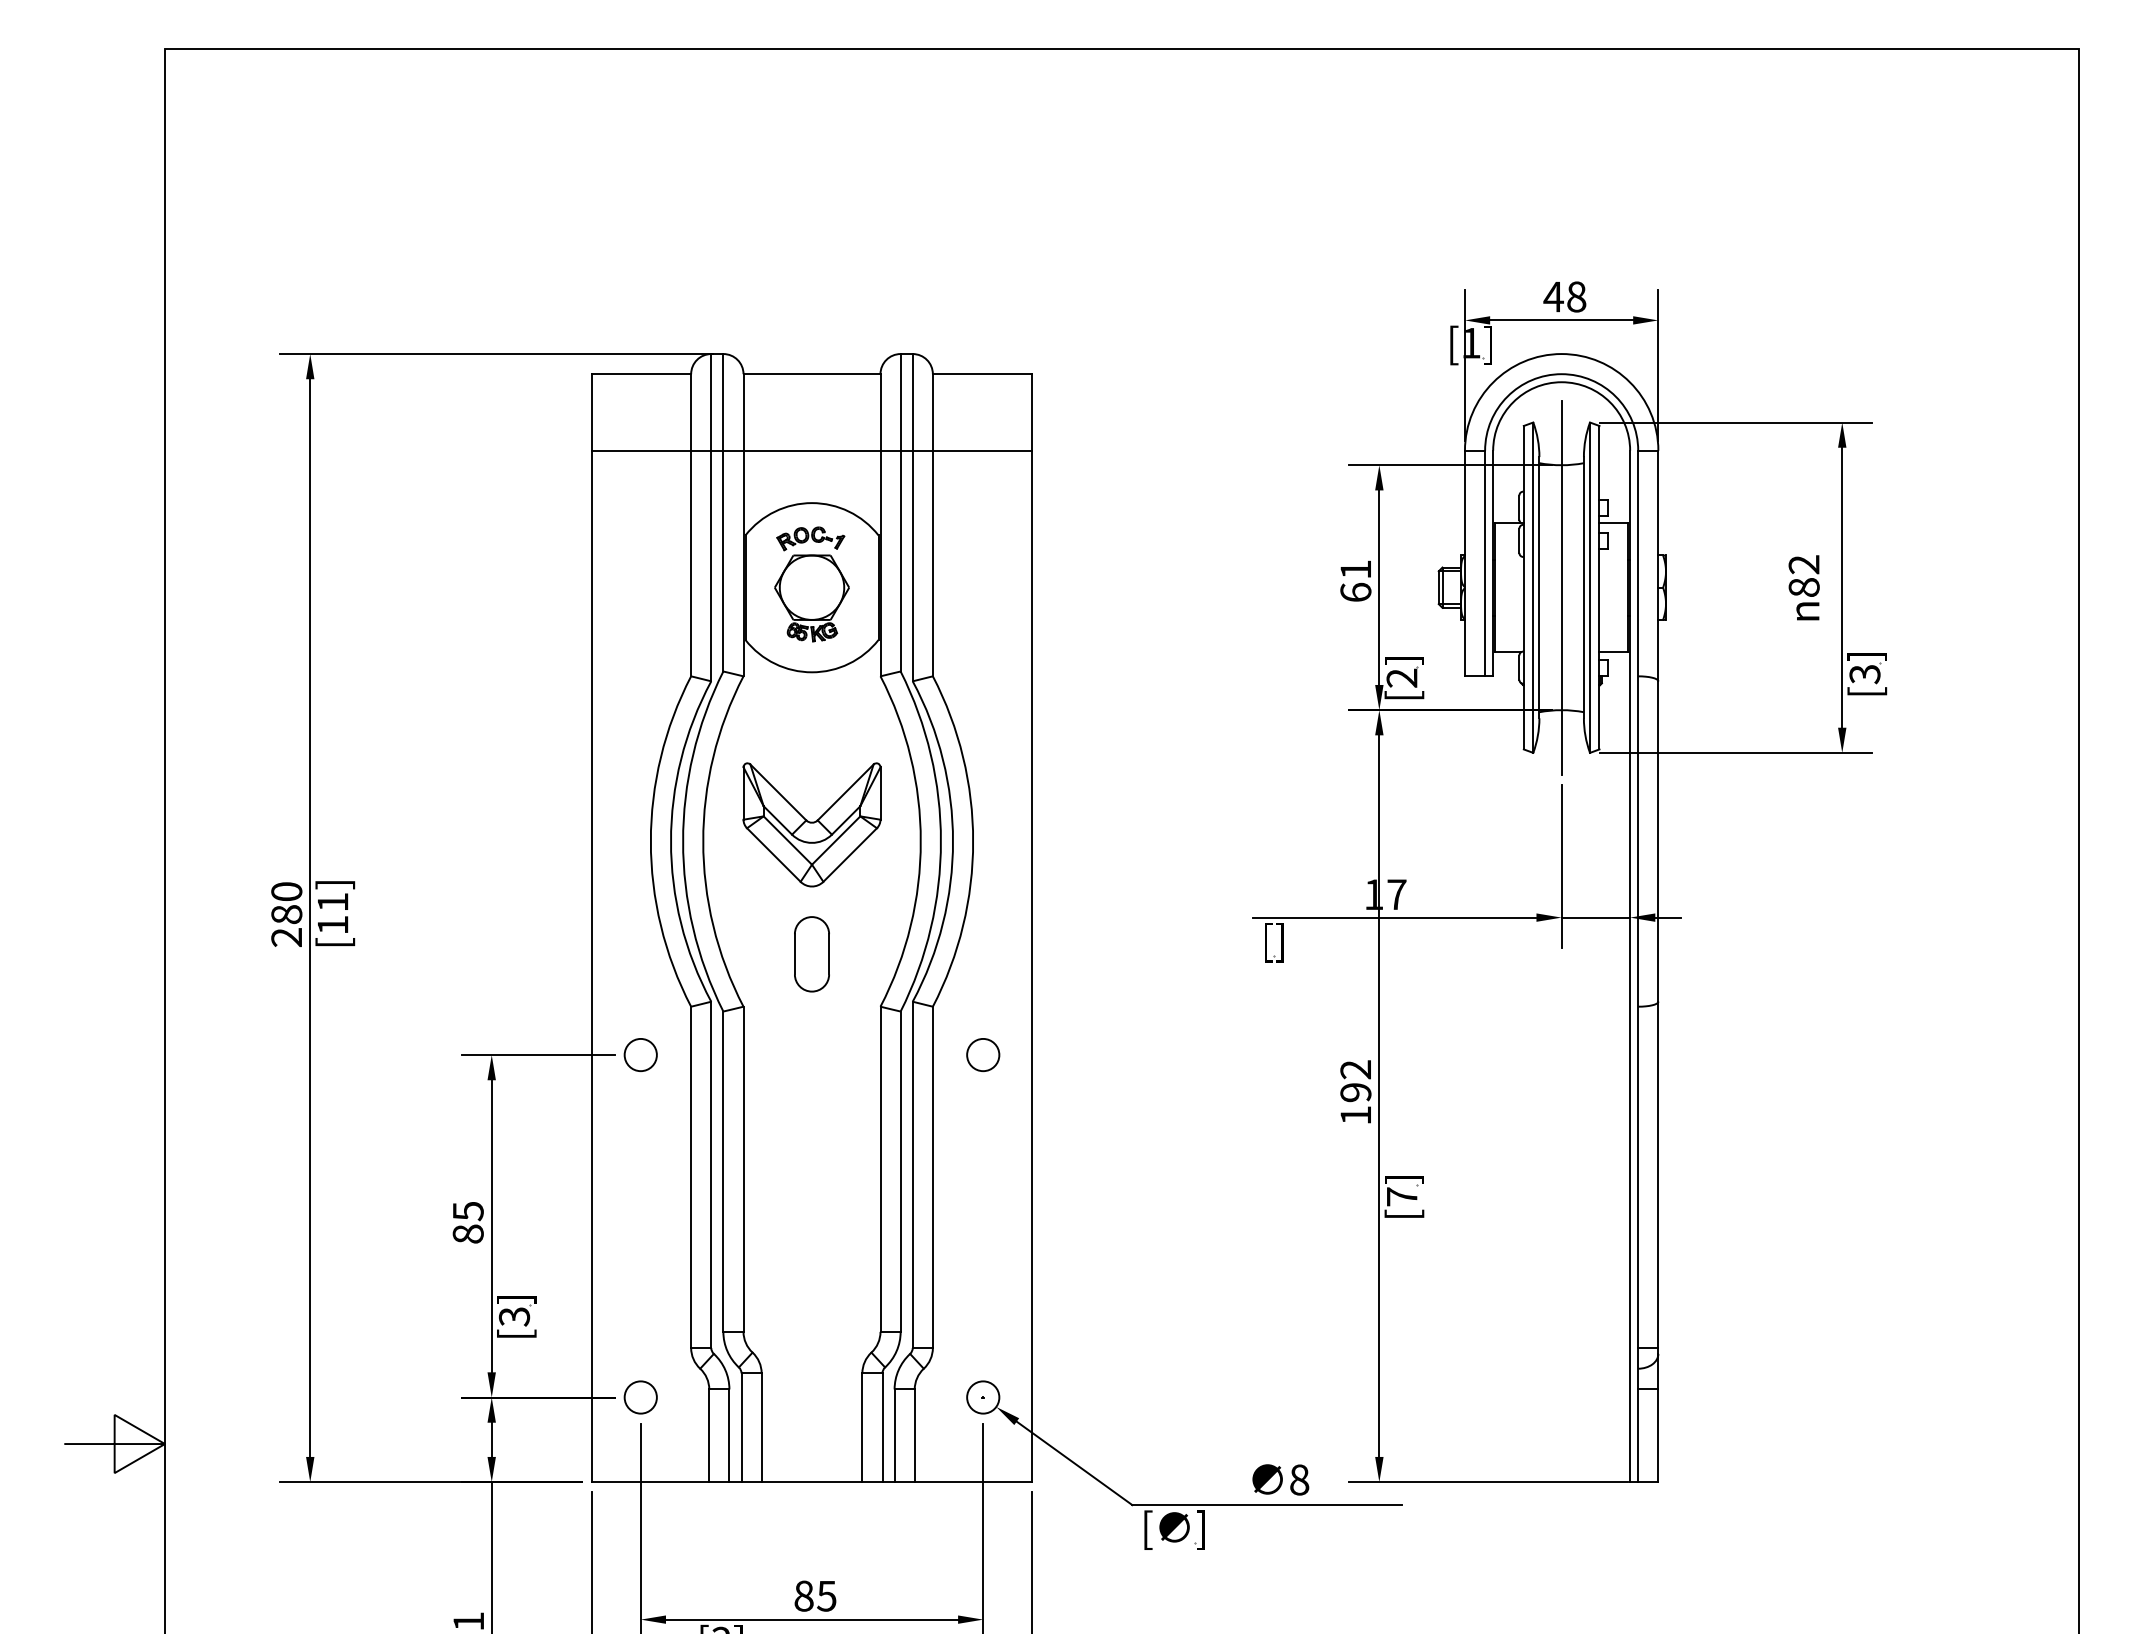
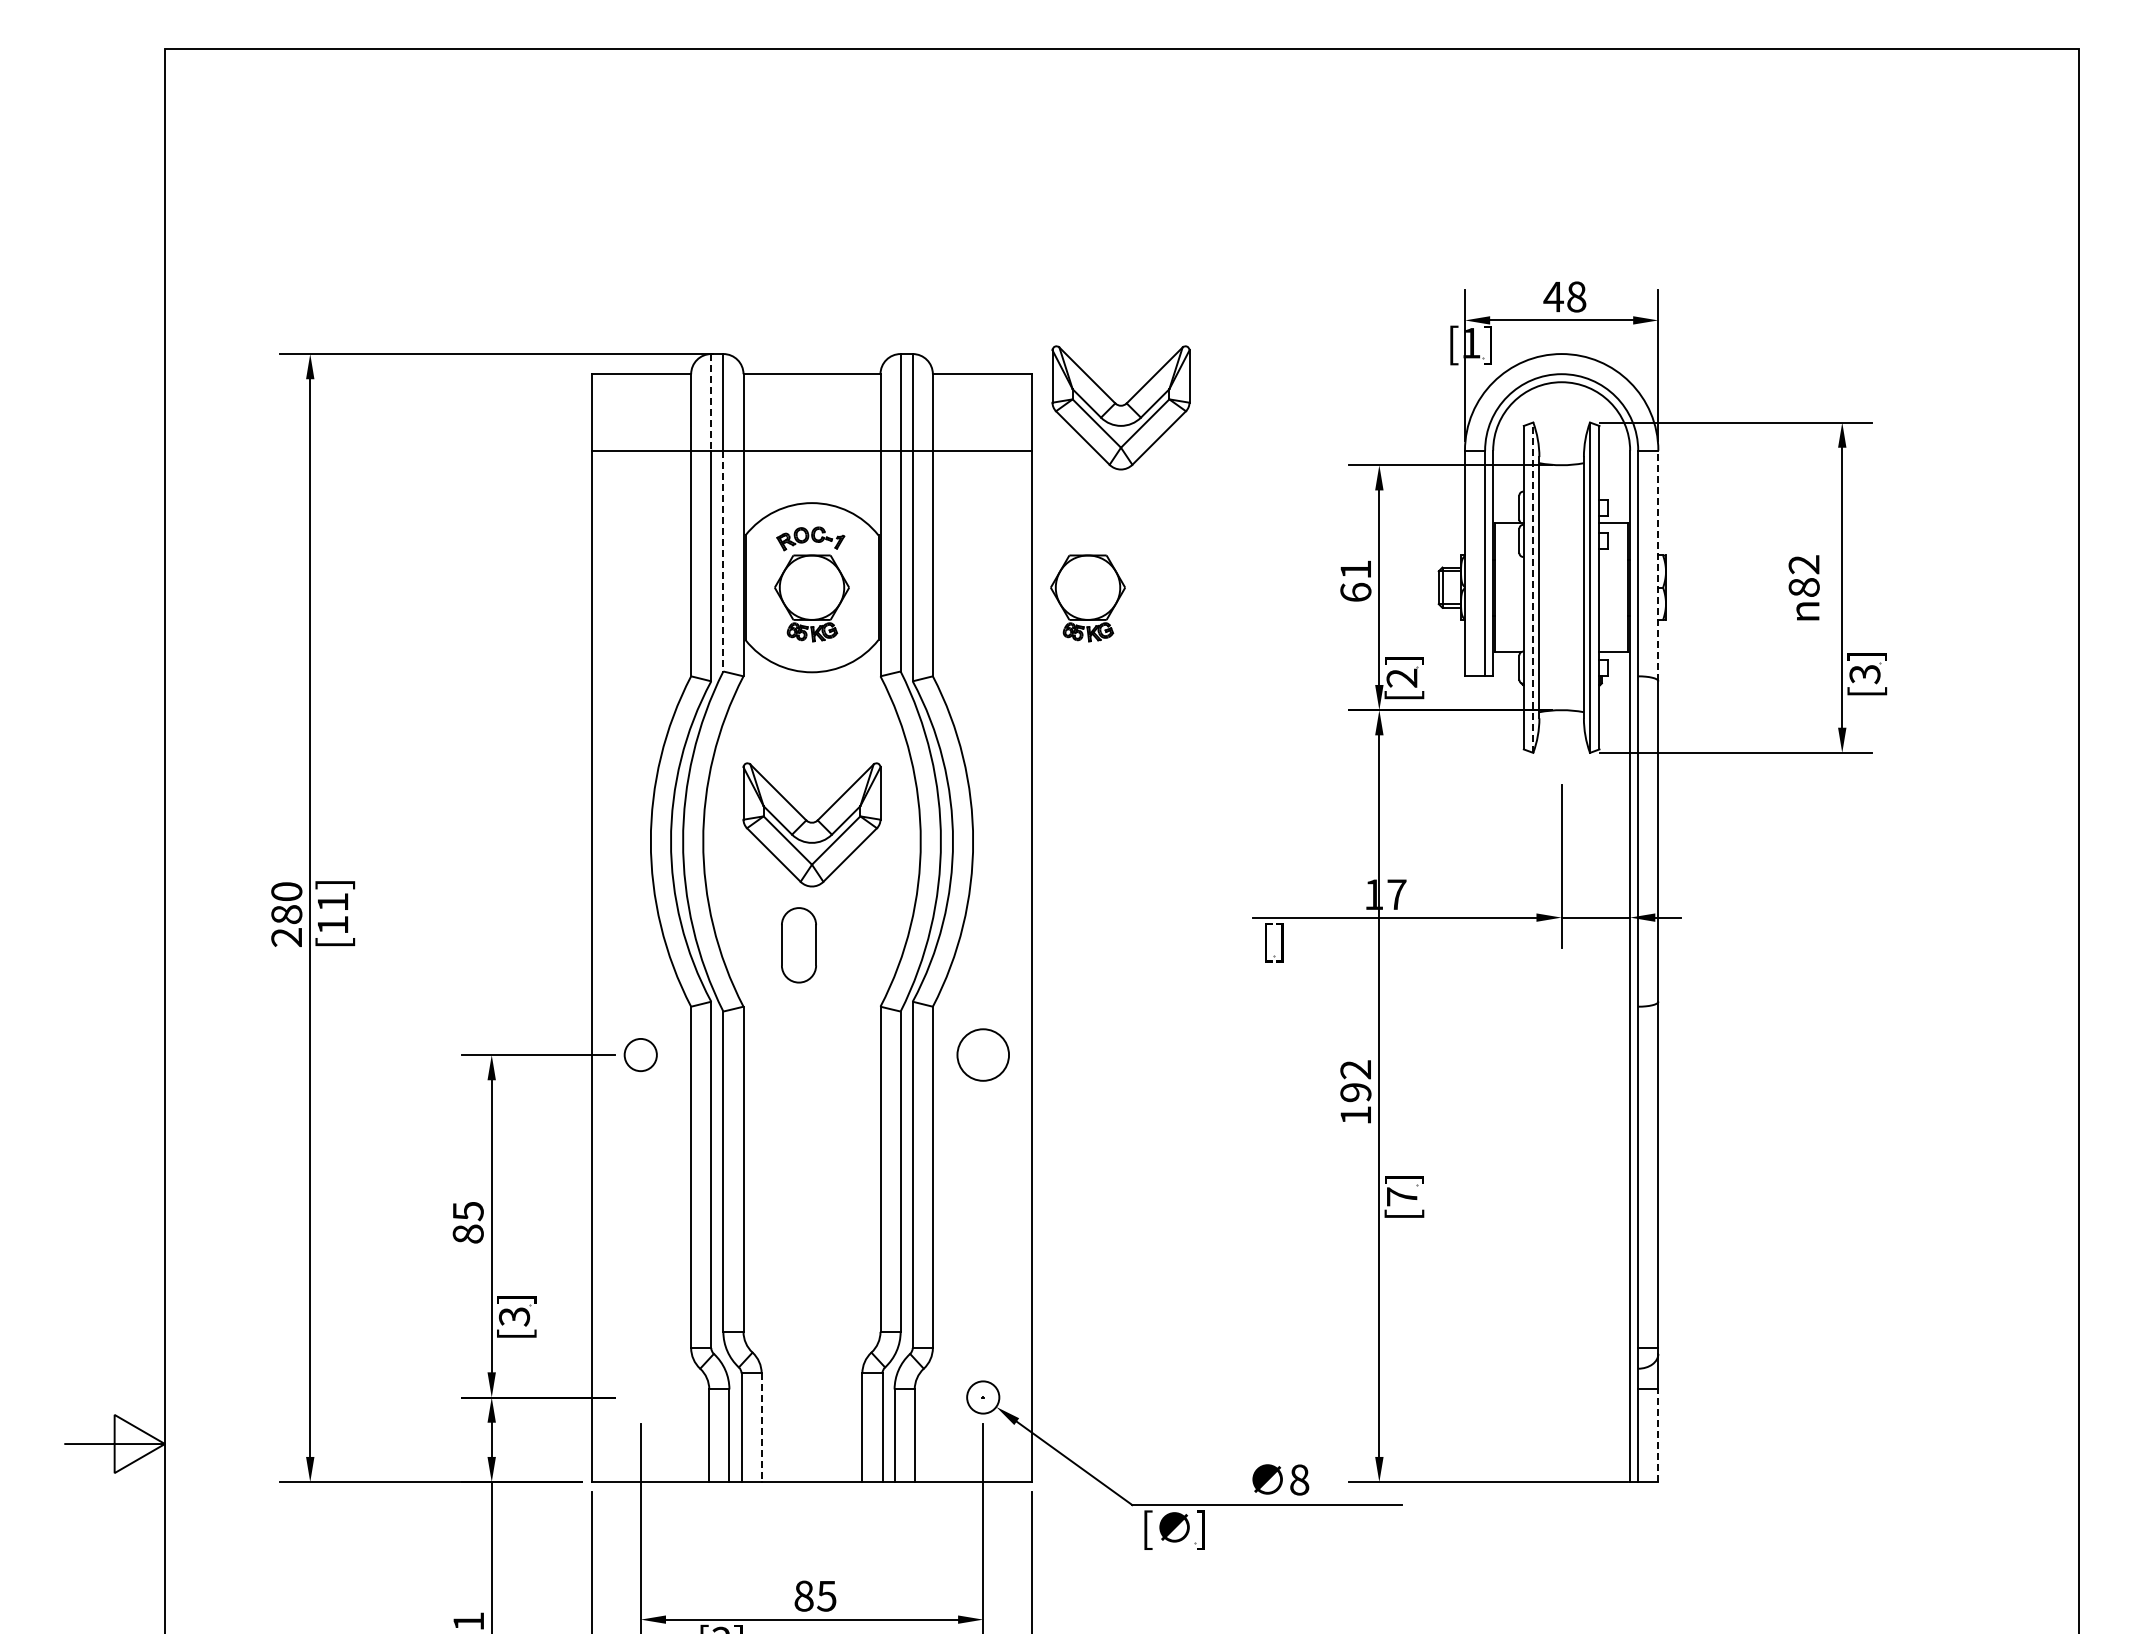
line at (711, 402): solid -> dashed
part at (1120, 407): none -> present
line at (723, 561): solid -> dashed
line at (1658, 565): solid -> dashed
line at (1533, 587): solid -> dashed
line at (1561, 587): present -> none
part at (1087, 598): none -> present
part at (811, 954) position: (811, 954) -> (798, 945)
circle at (983, 1054) diameter: 32 px -> 52 px
circle at (640, 1397): present -> none
line at (761, 1428): solid -> dashed
line at (1658, 1435): solid -> dashed
